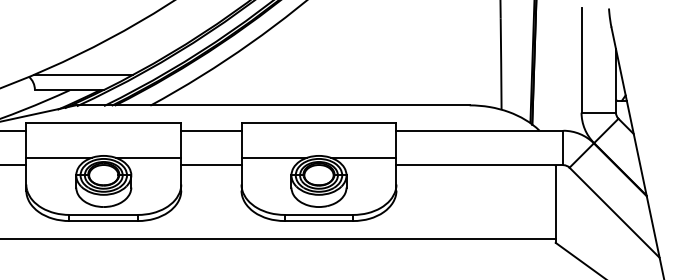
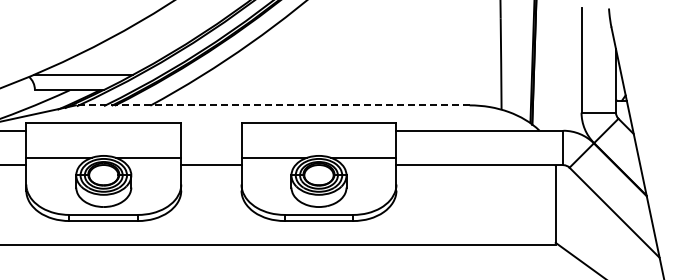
line at (272, 105): solid -> dashed
line at (211, 130): present -> none
line at (278, 239) position: (278, 239) -> (278, 245)
